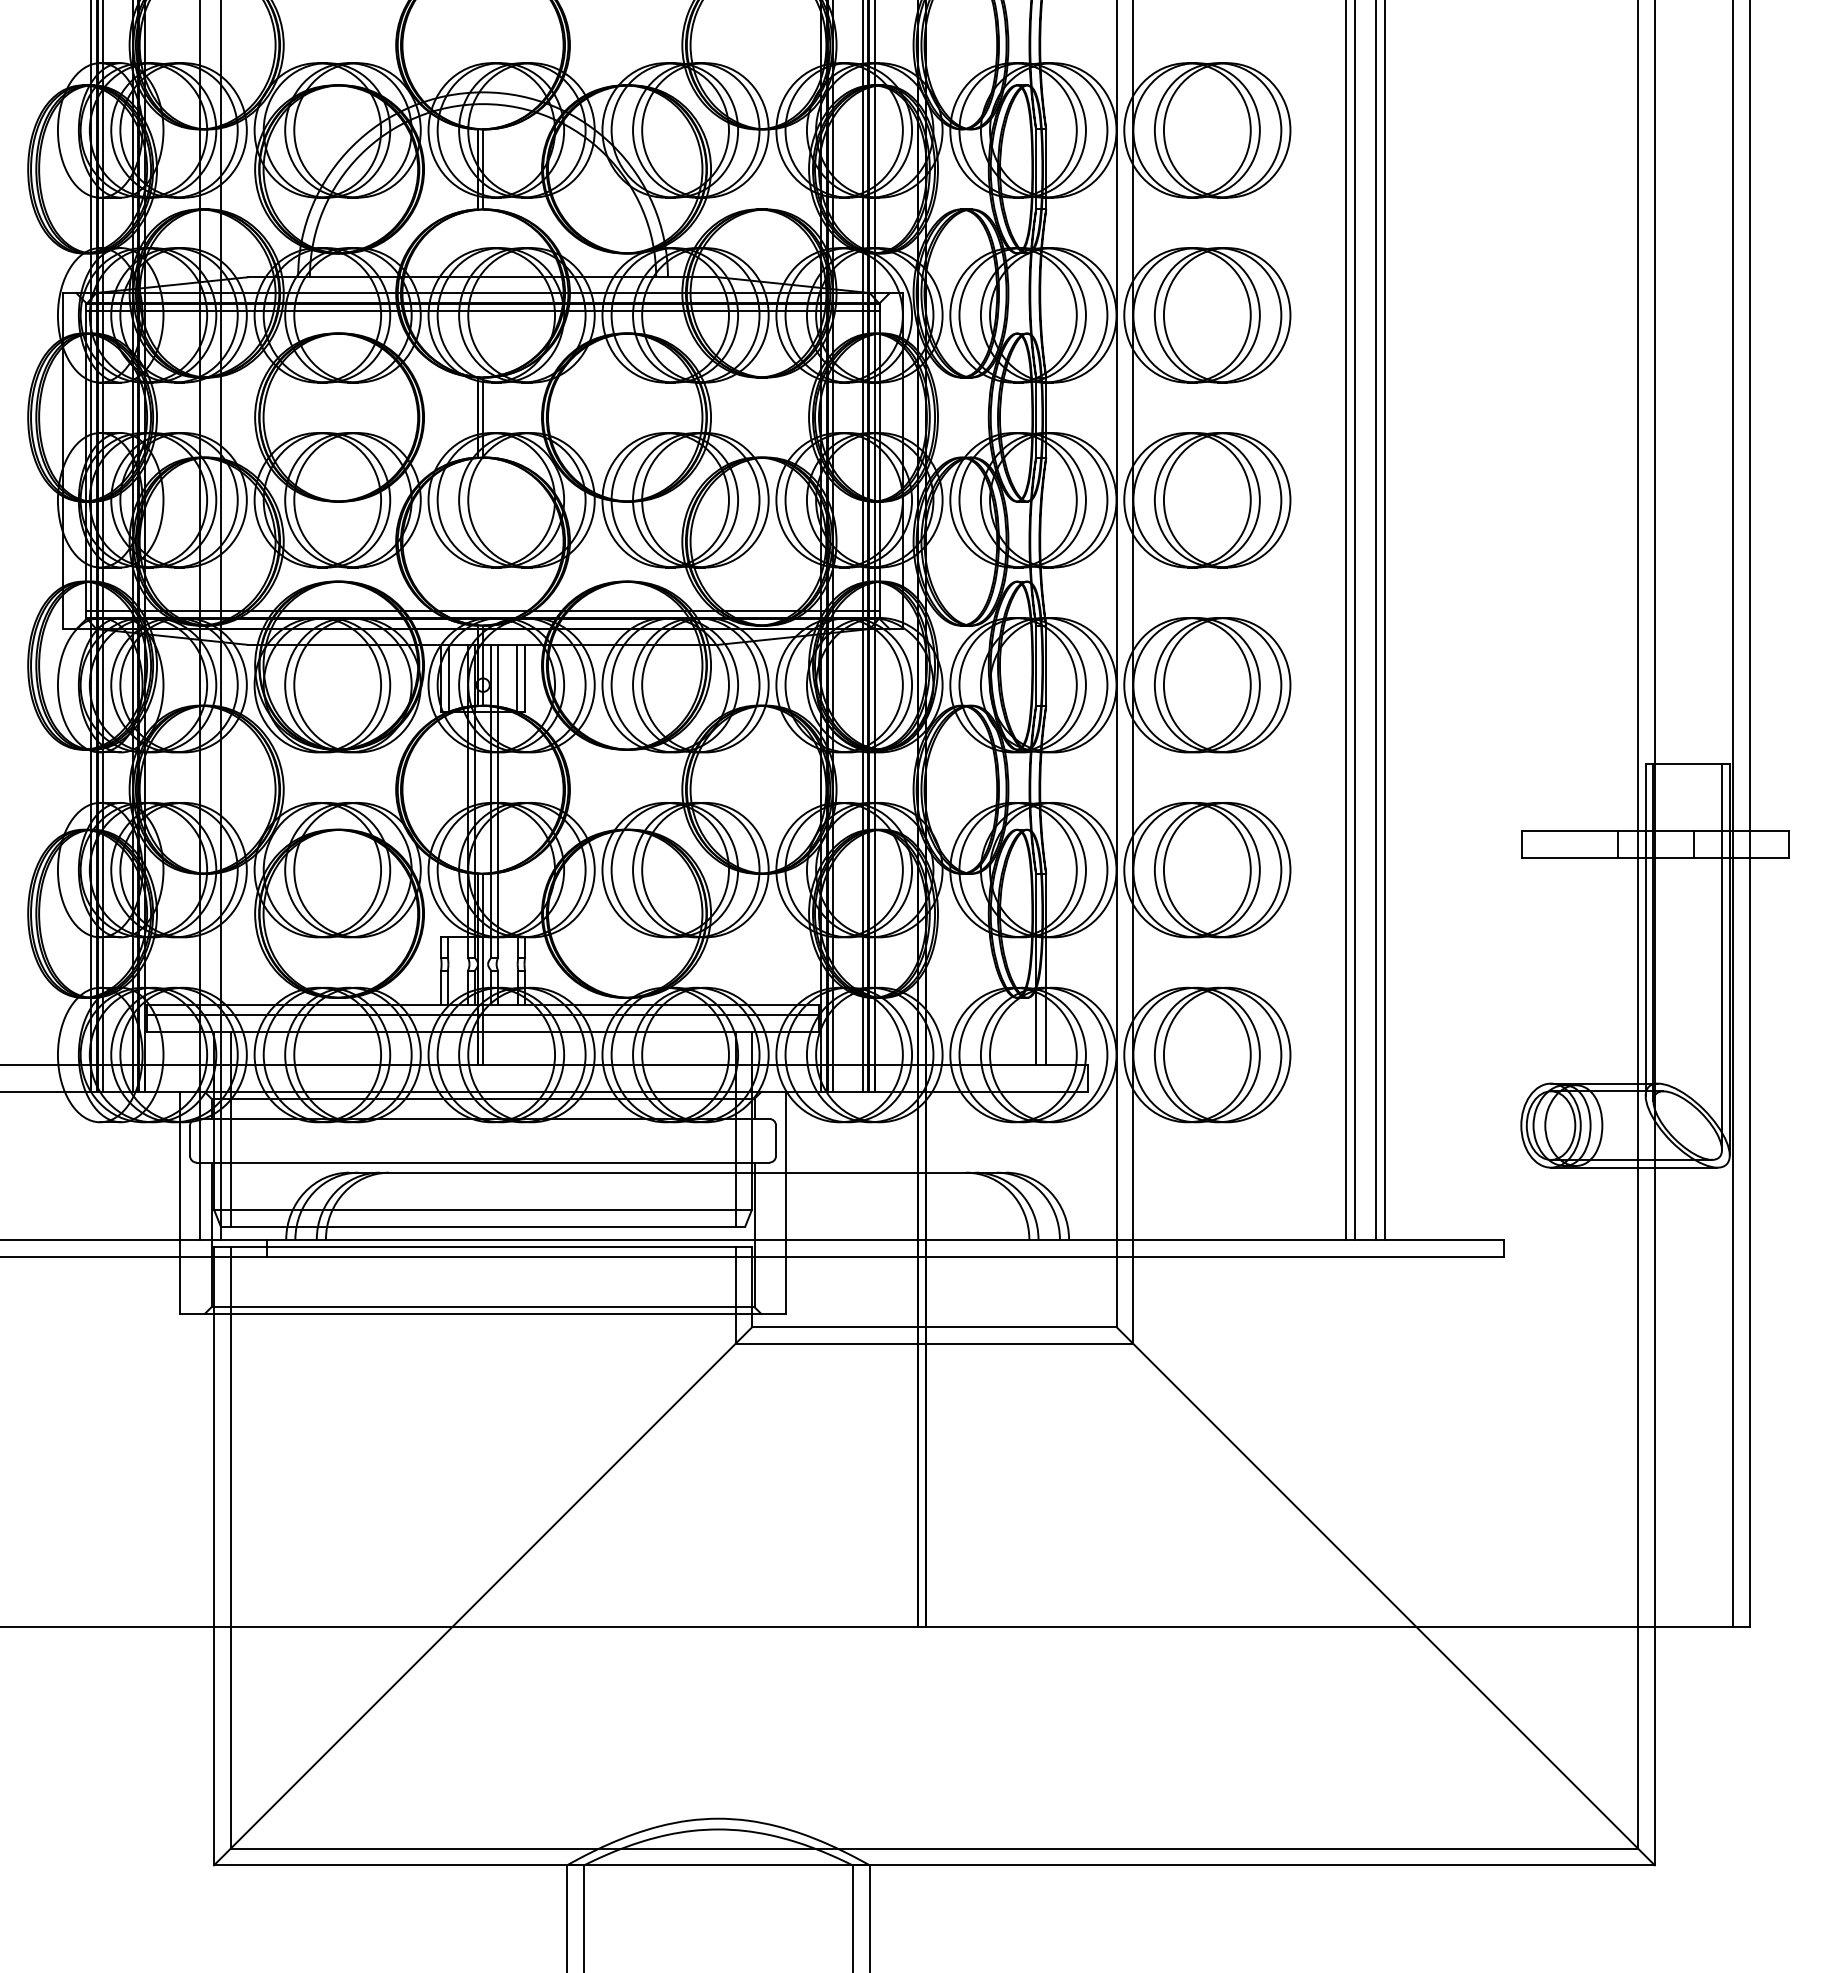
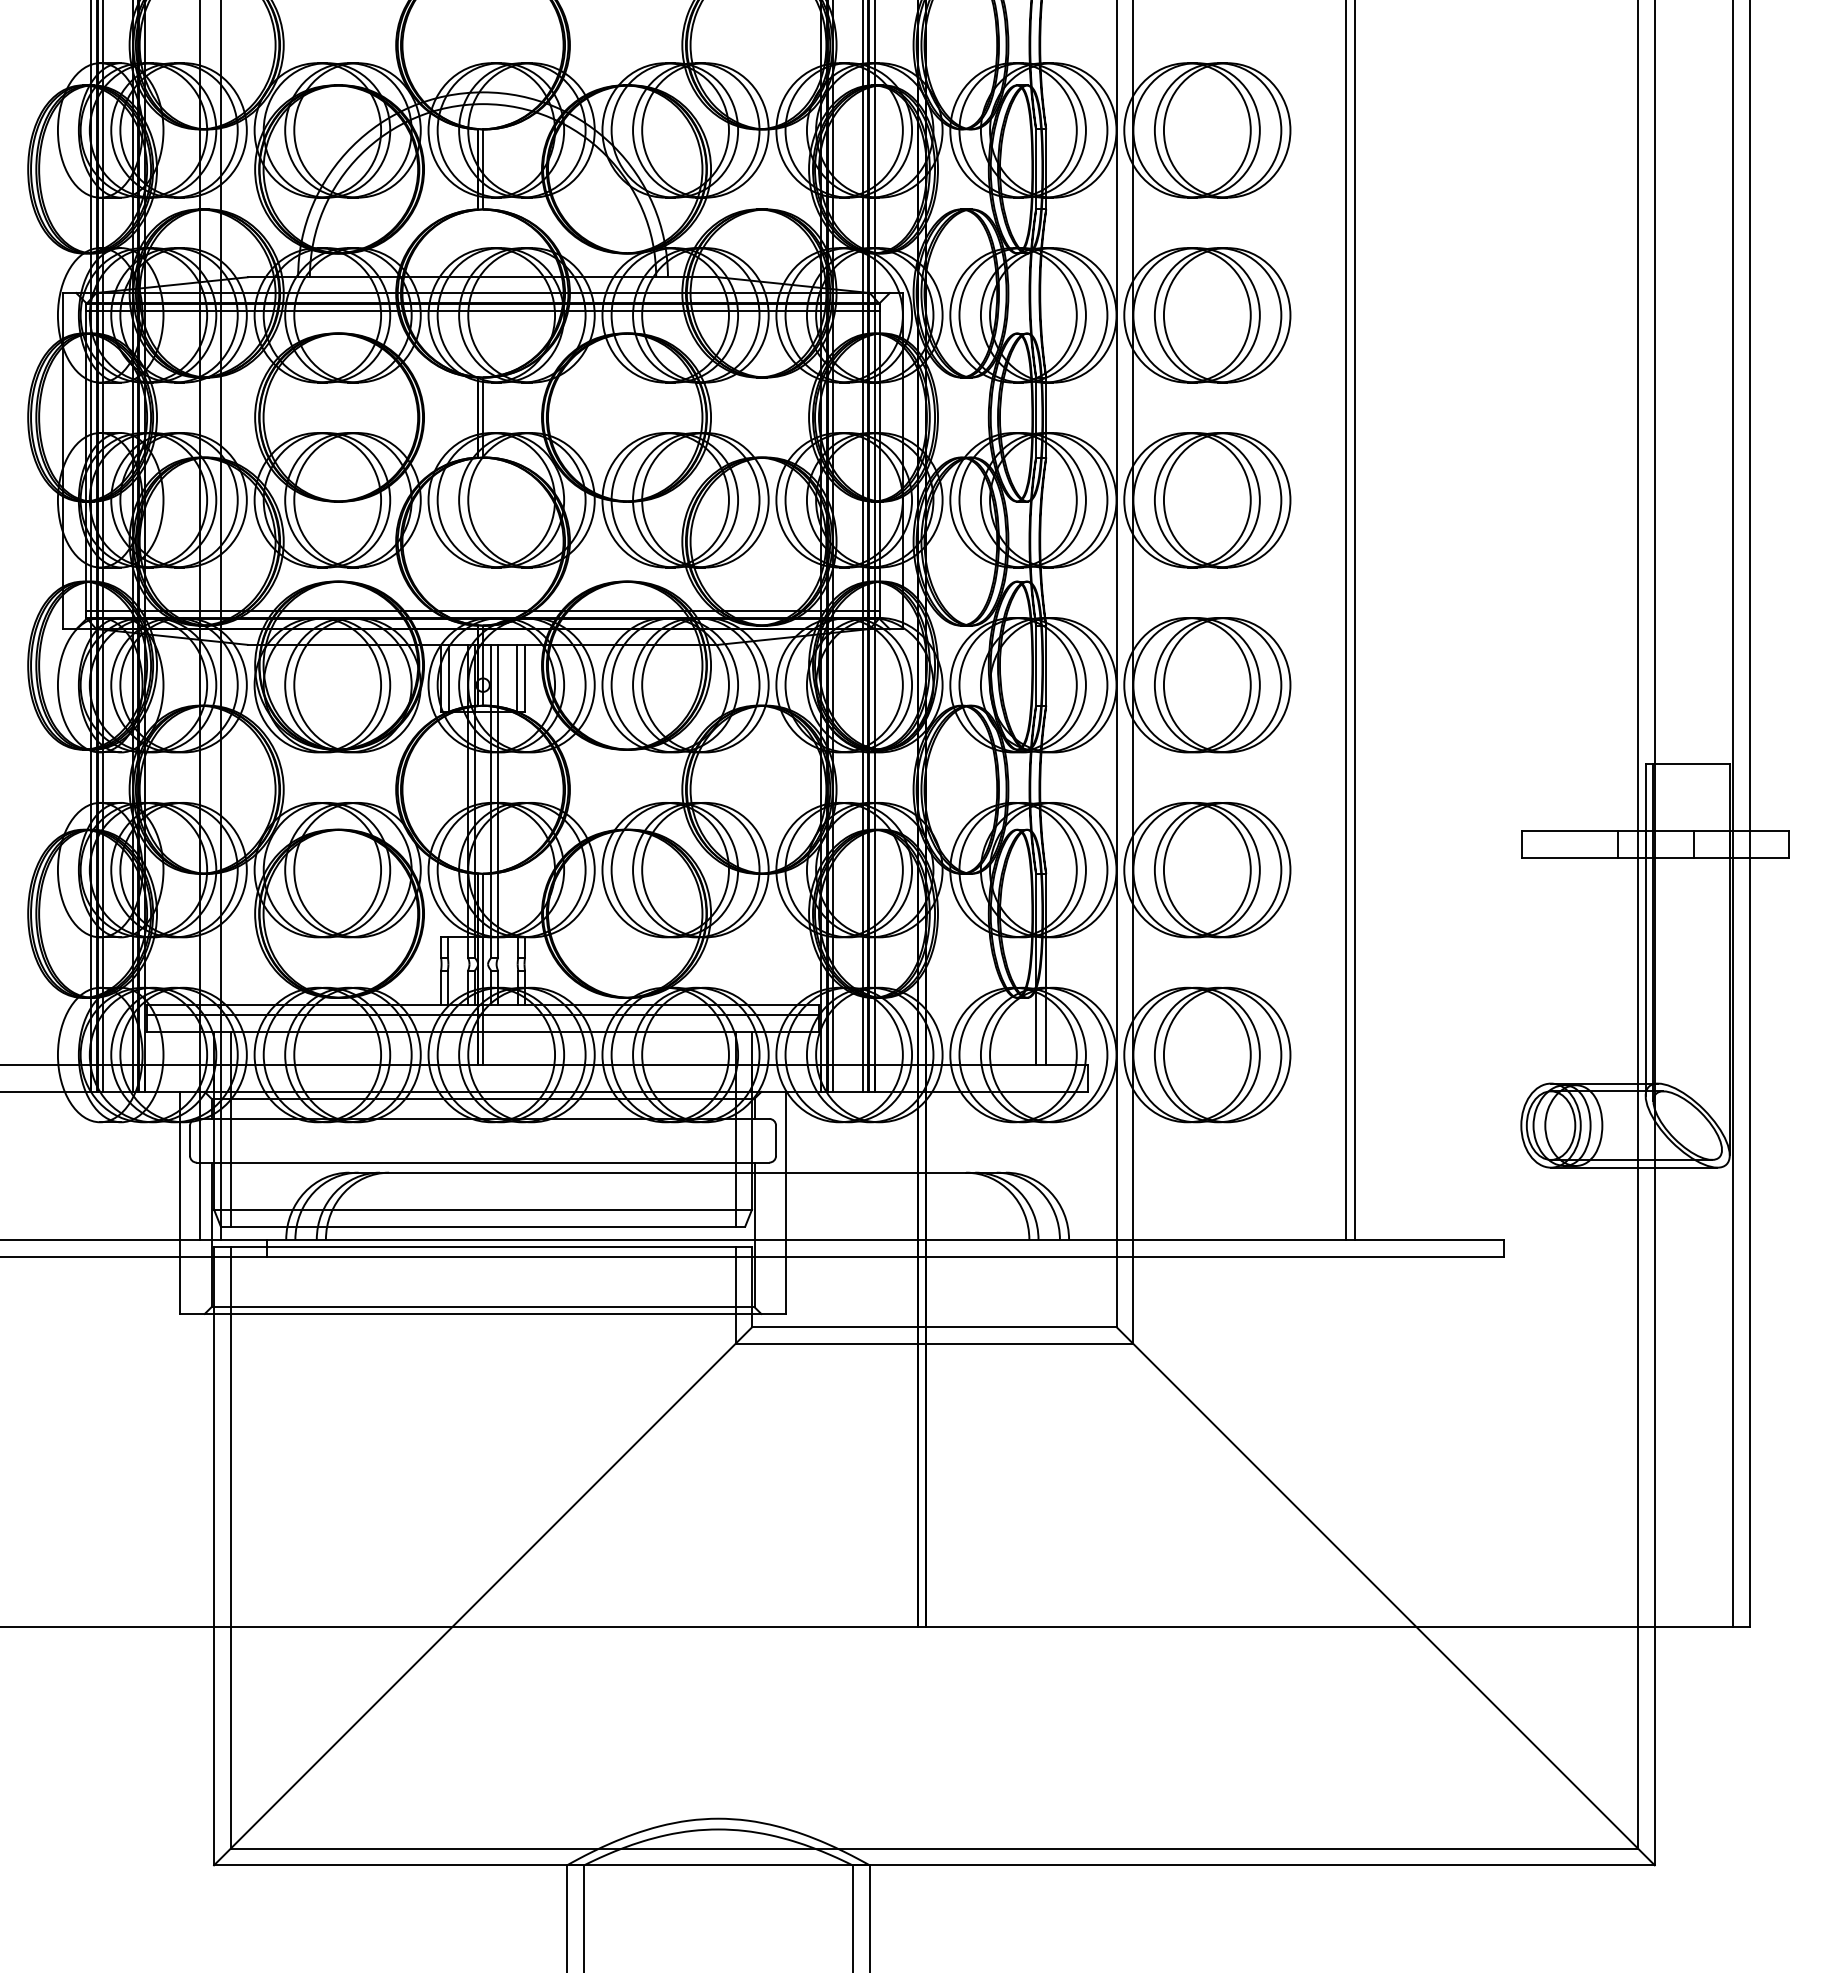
line at (1376, 620): present -> none
line at (1385, 620): present -> none
line at (1722, 956): present -> none
